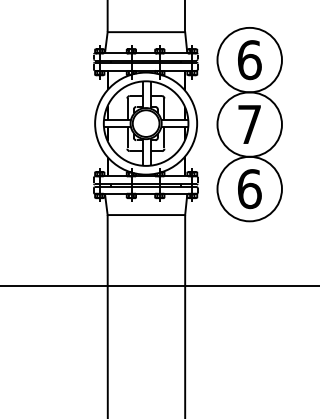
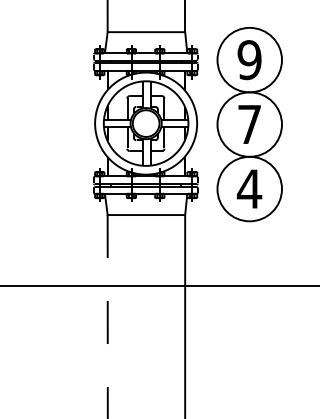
text at (249, 60): 6 -> 9
text at (249, 189): 6 -> 4
line at (107, 317): solid -> dashed
